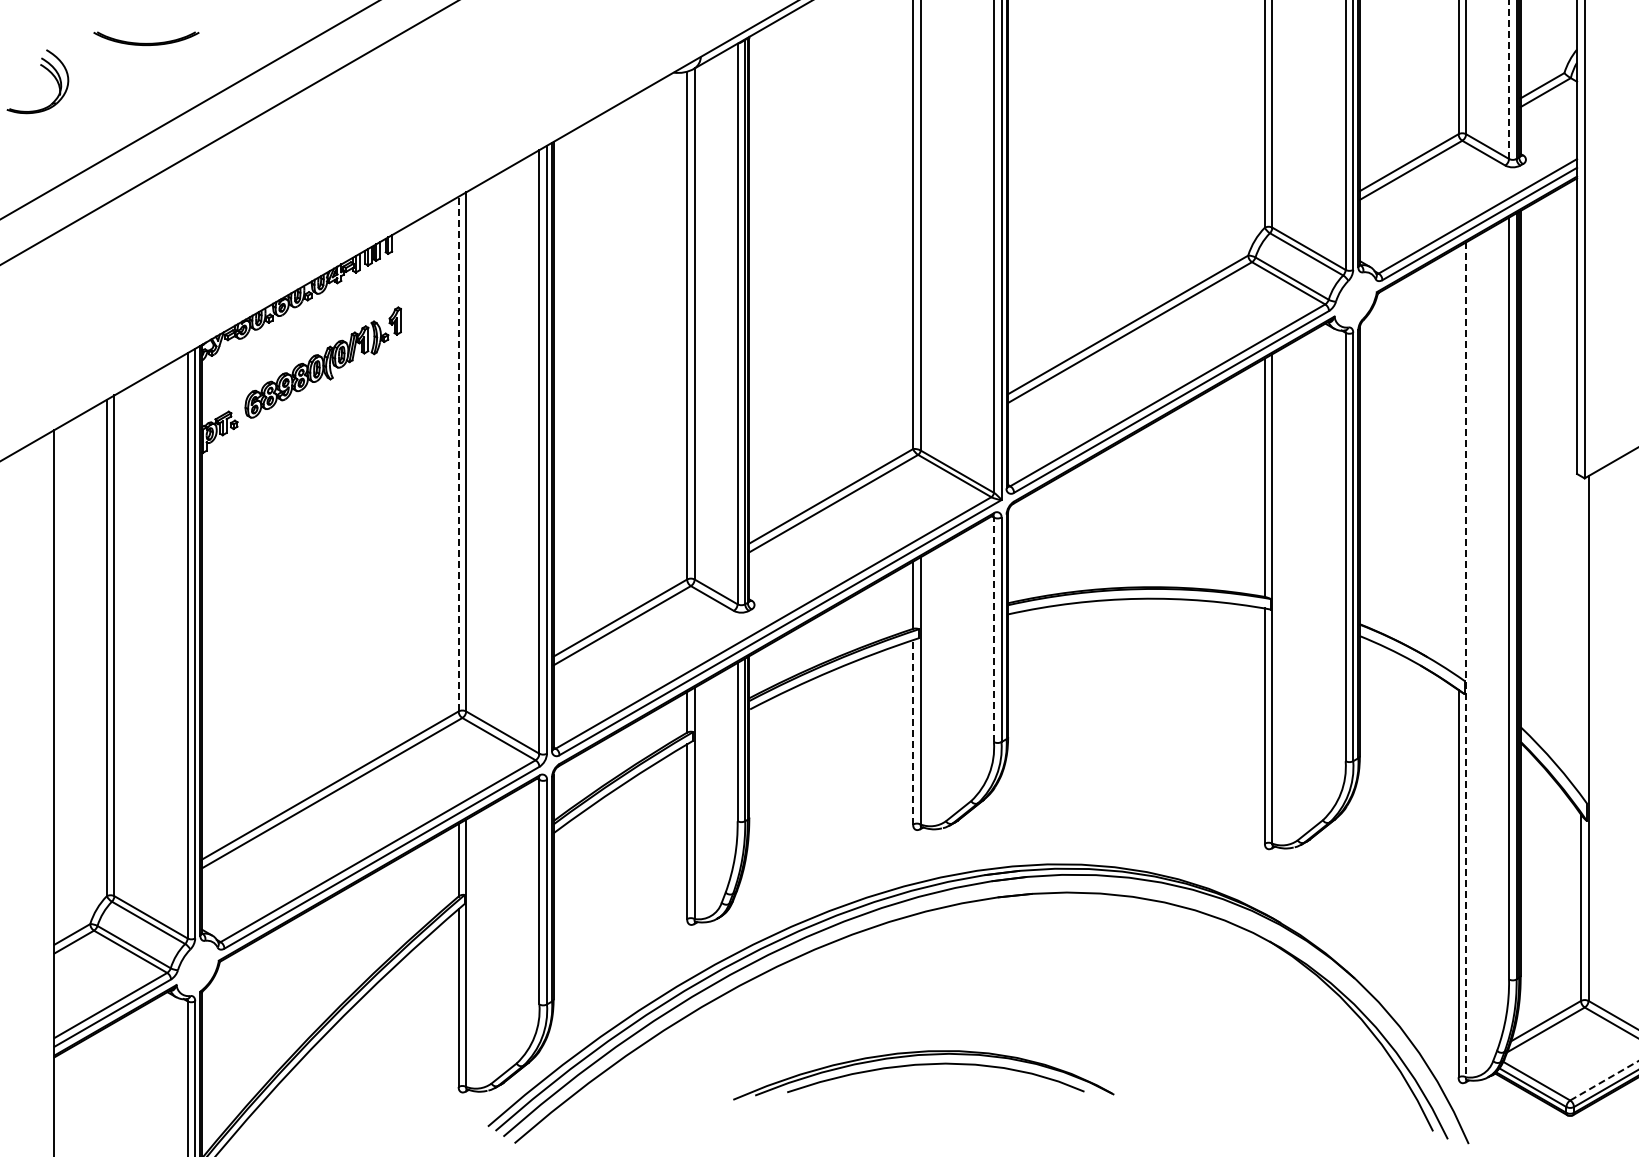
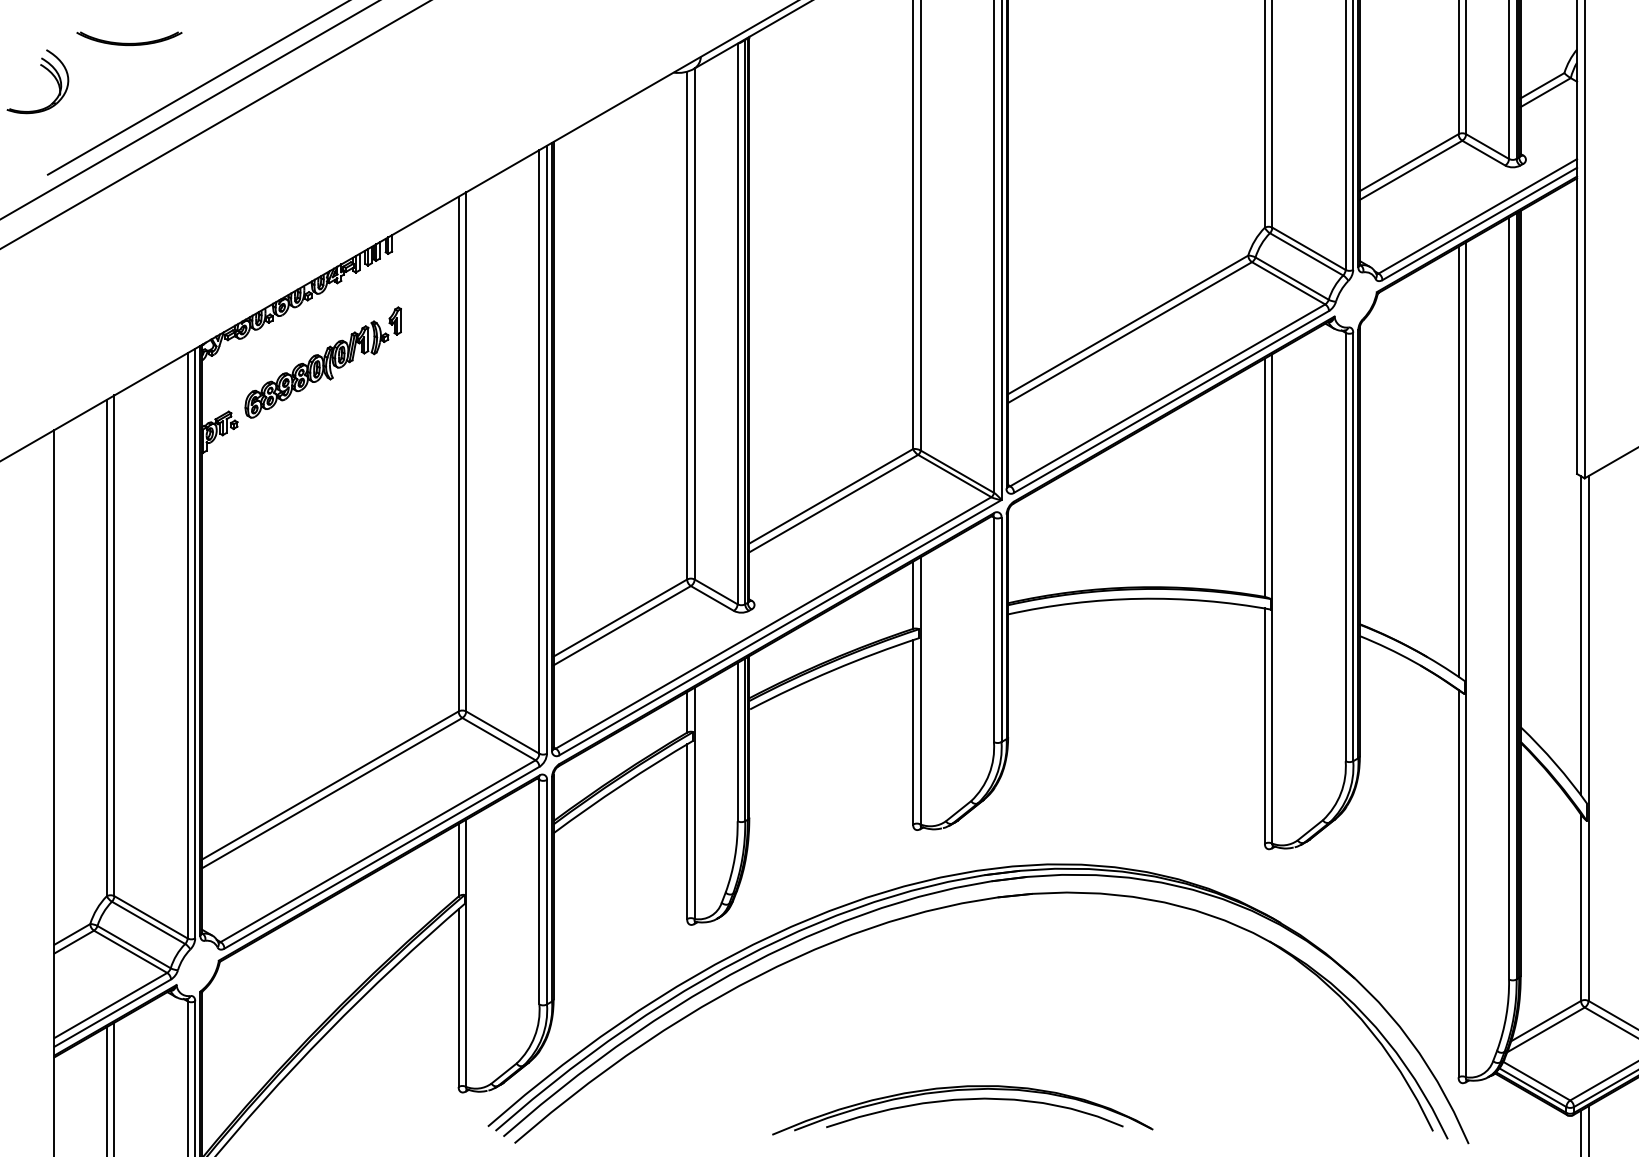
part at (146, 38) position: (146, 38) -> (129, 38)
line at (1509, 79): dashed -> solid
line at (196, 88): none -> present
line at (228, 132) position: (228, 132) -> (214, 124)
line at (458, 453): dashed -> solid
line at (1458, 461): none -> present
line at (993, 629): dashed -> solid
line at (1581, 635): none -> present
line at (1466, 660): dashed -> solid
line at (913, 731): dashed -> solid
part at (923, 1065) position: (923, 1065) -> (962, 1100)
line at (1604, 1080): dashed -> solid
line at (114, 1087): none -> present
line at (106, 1090): none -> present
line at (1588, 1129): none -> present
line at (1581, 1131): none -> present
